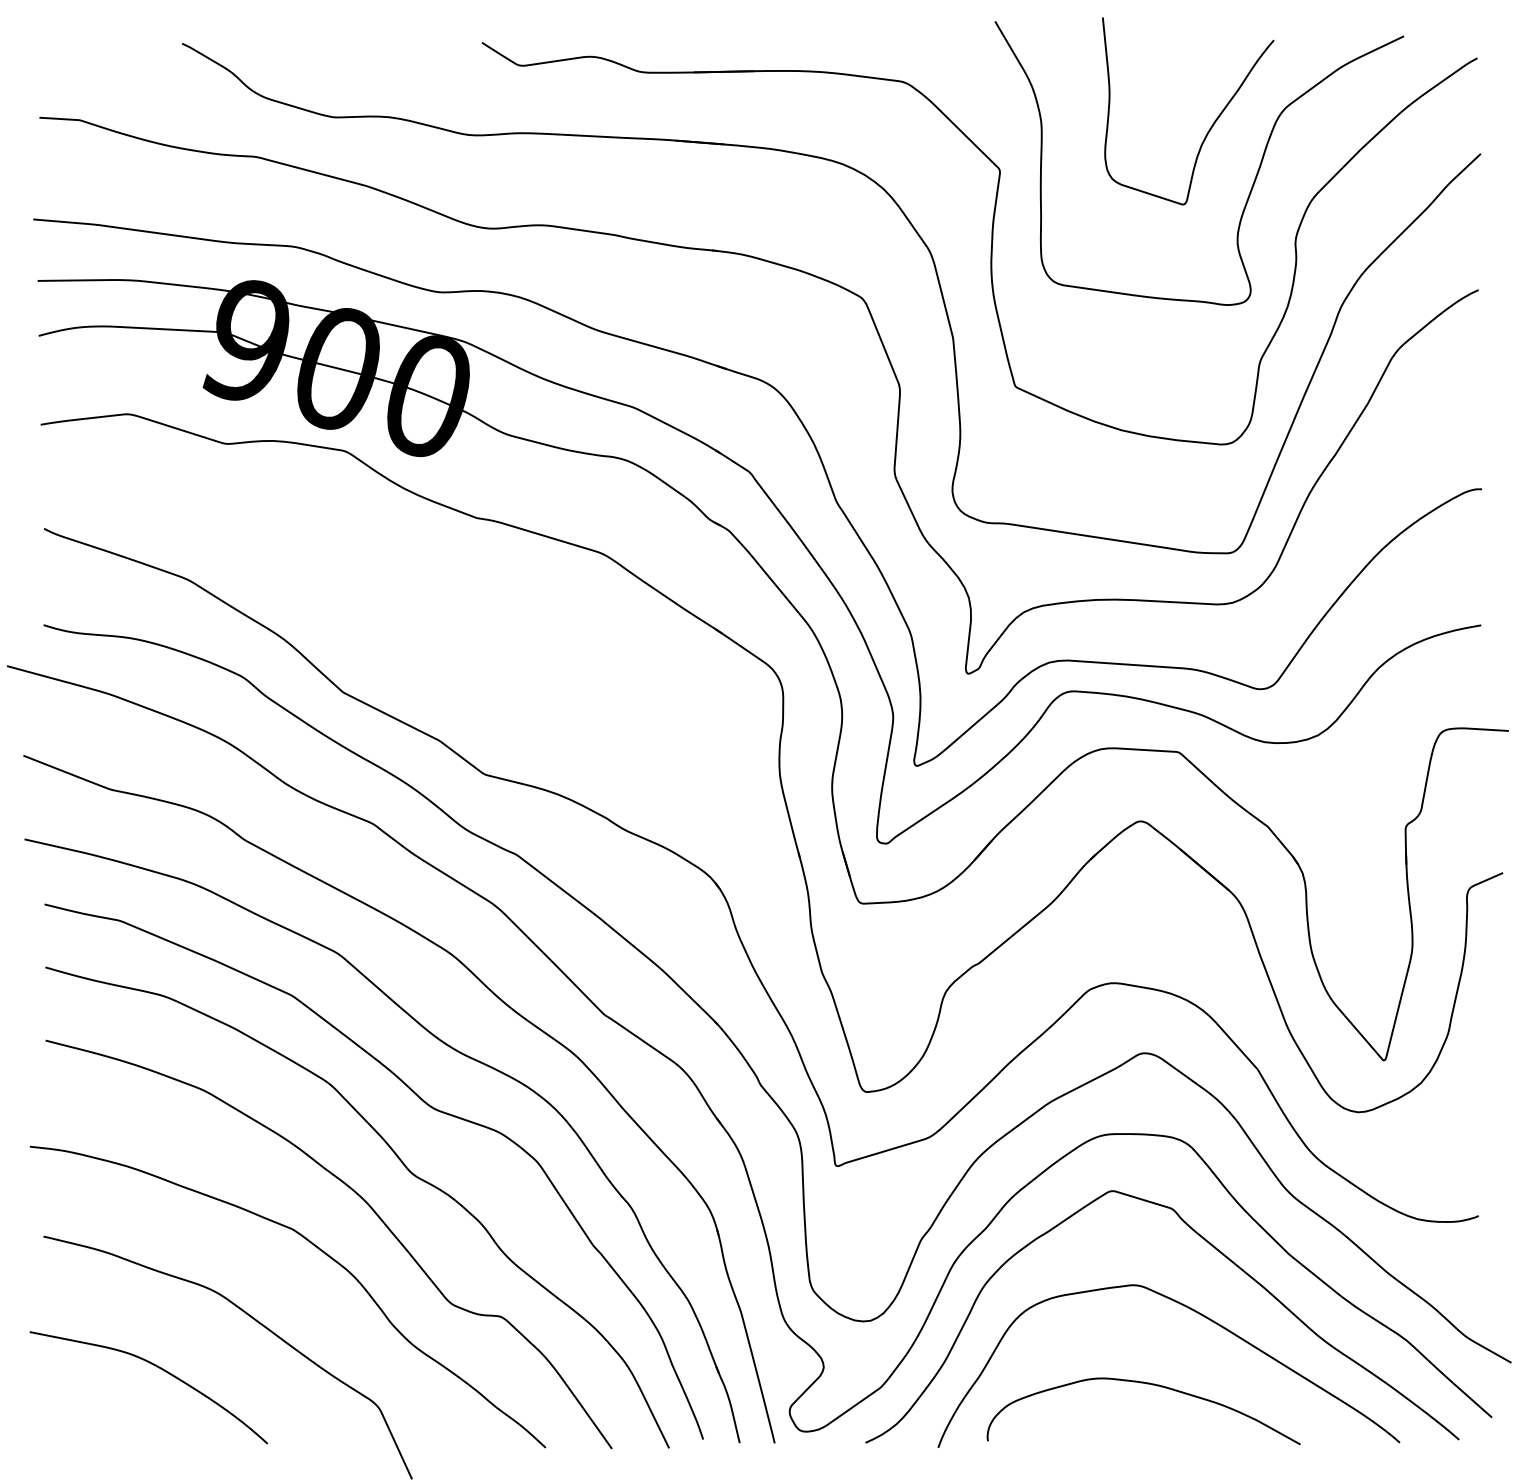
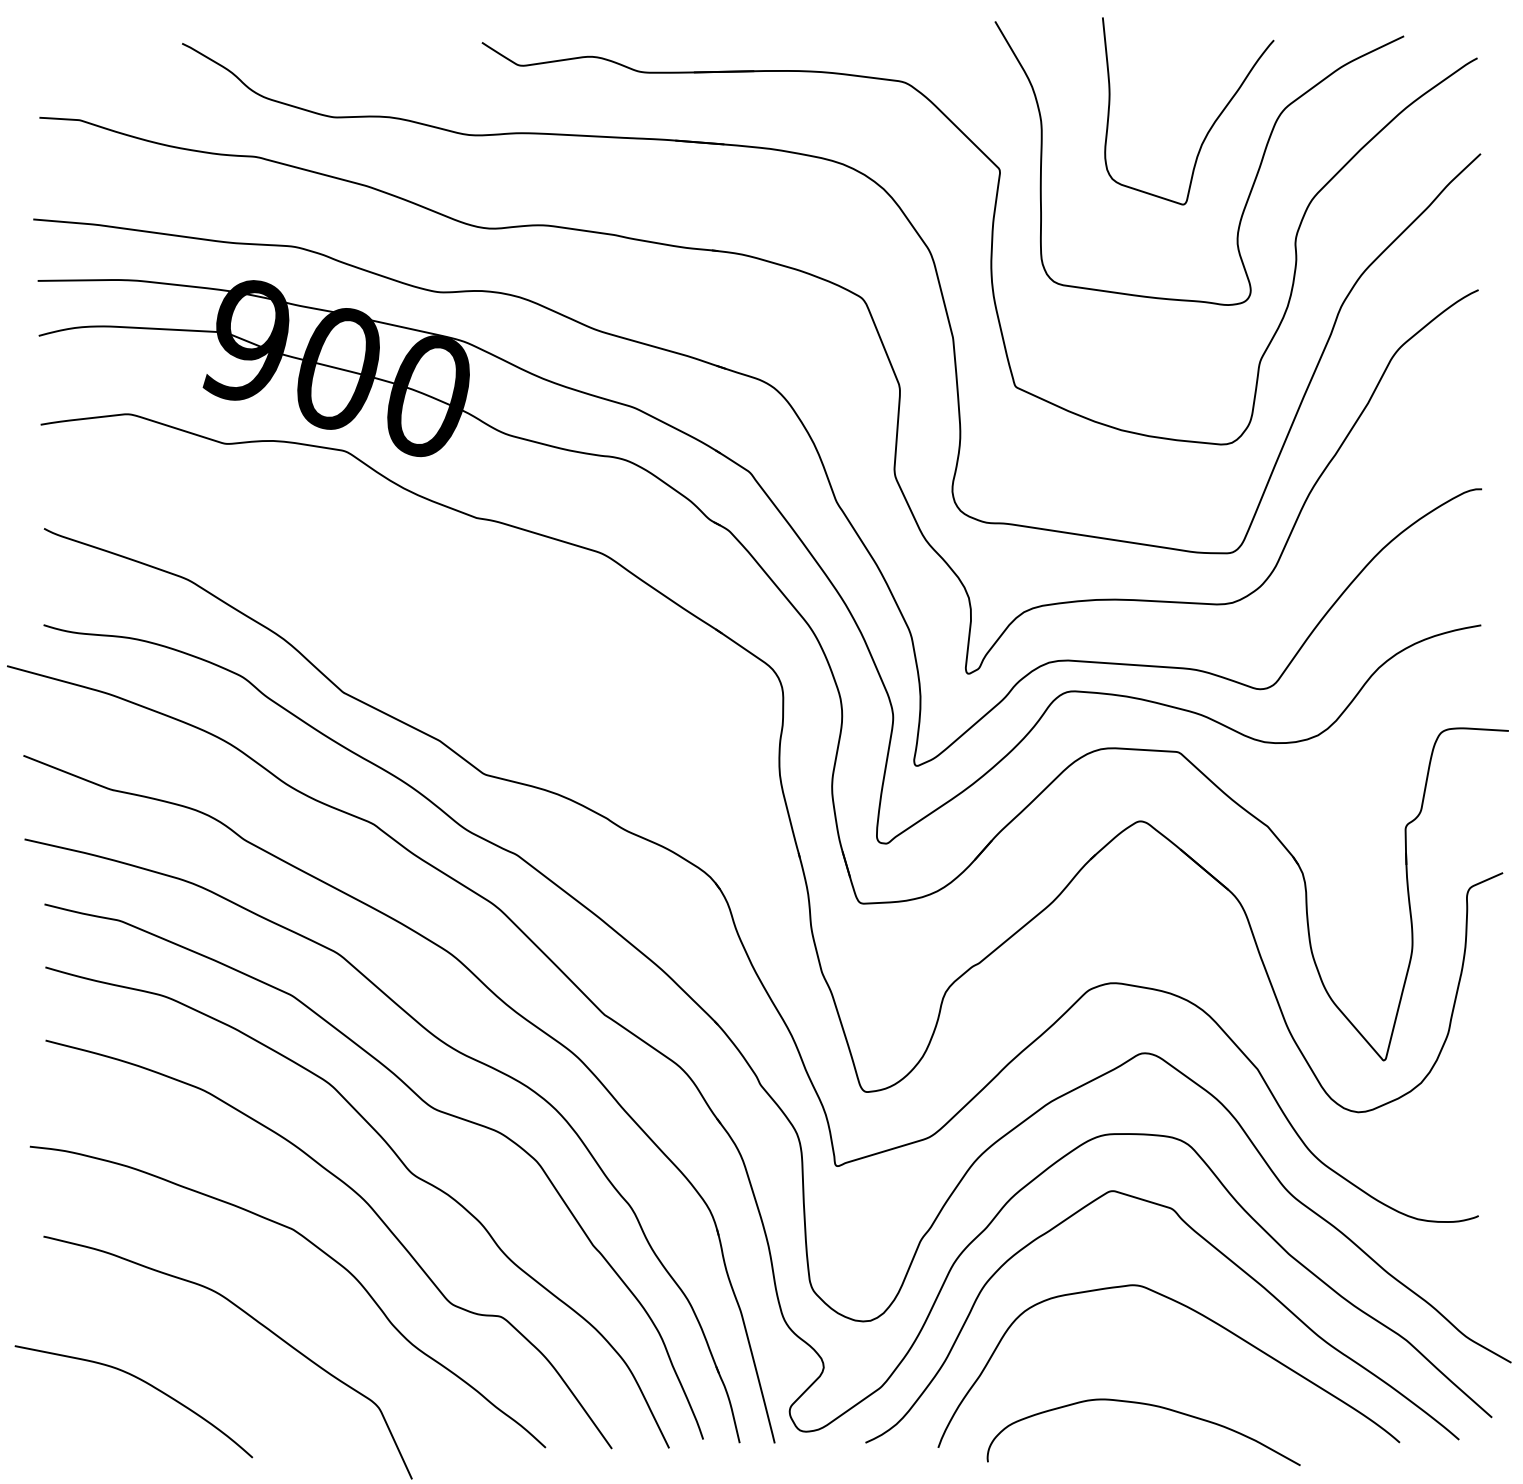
curve at (158, 1368) position: (158, 1368) -> (143, 1382)
curve at (1146, 1384) position: (1146, 1384) -> (1146, 1405)
